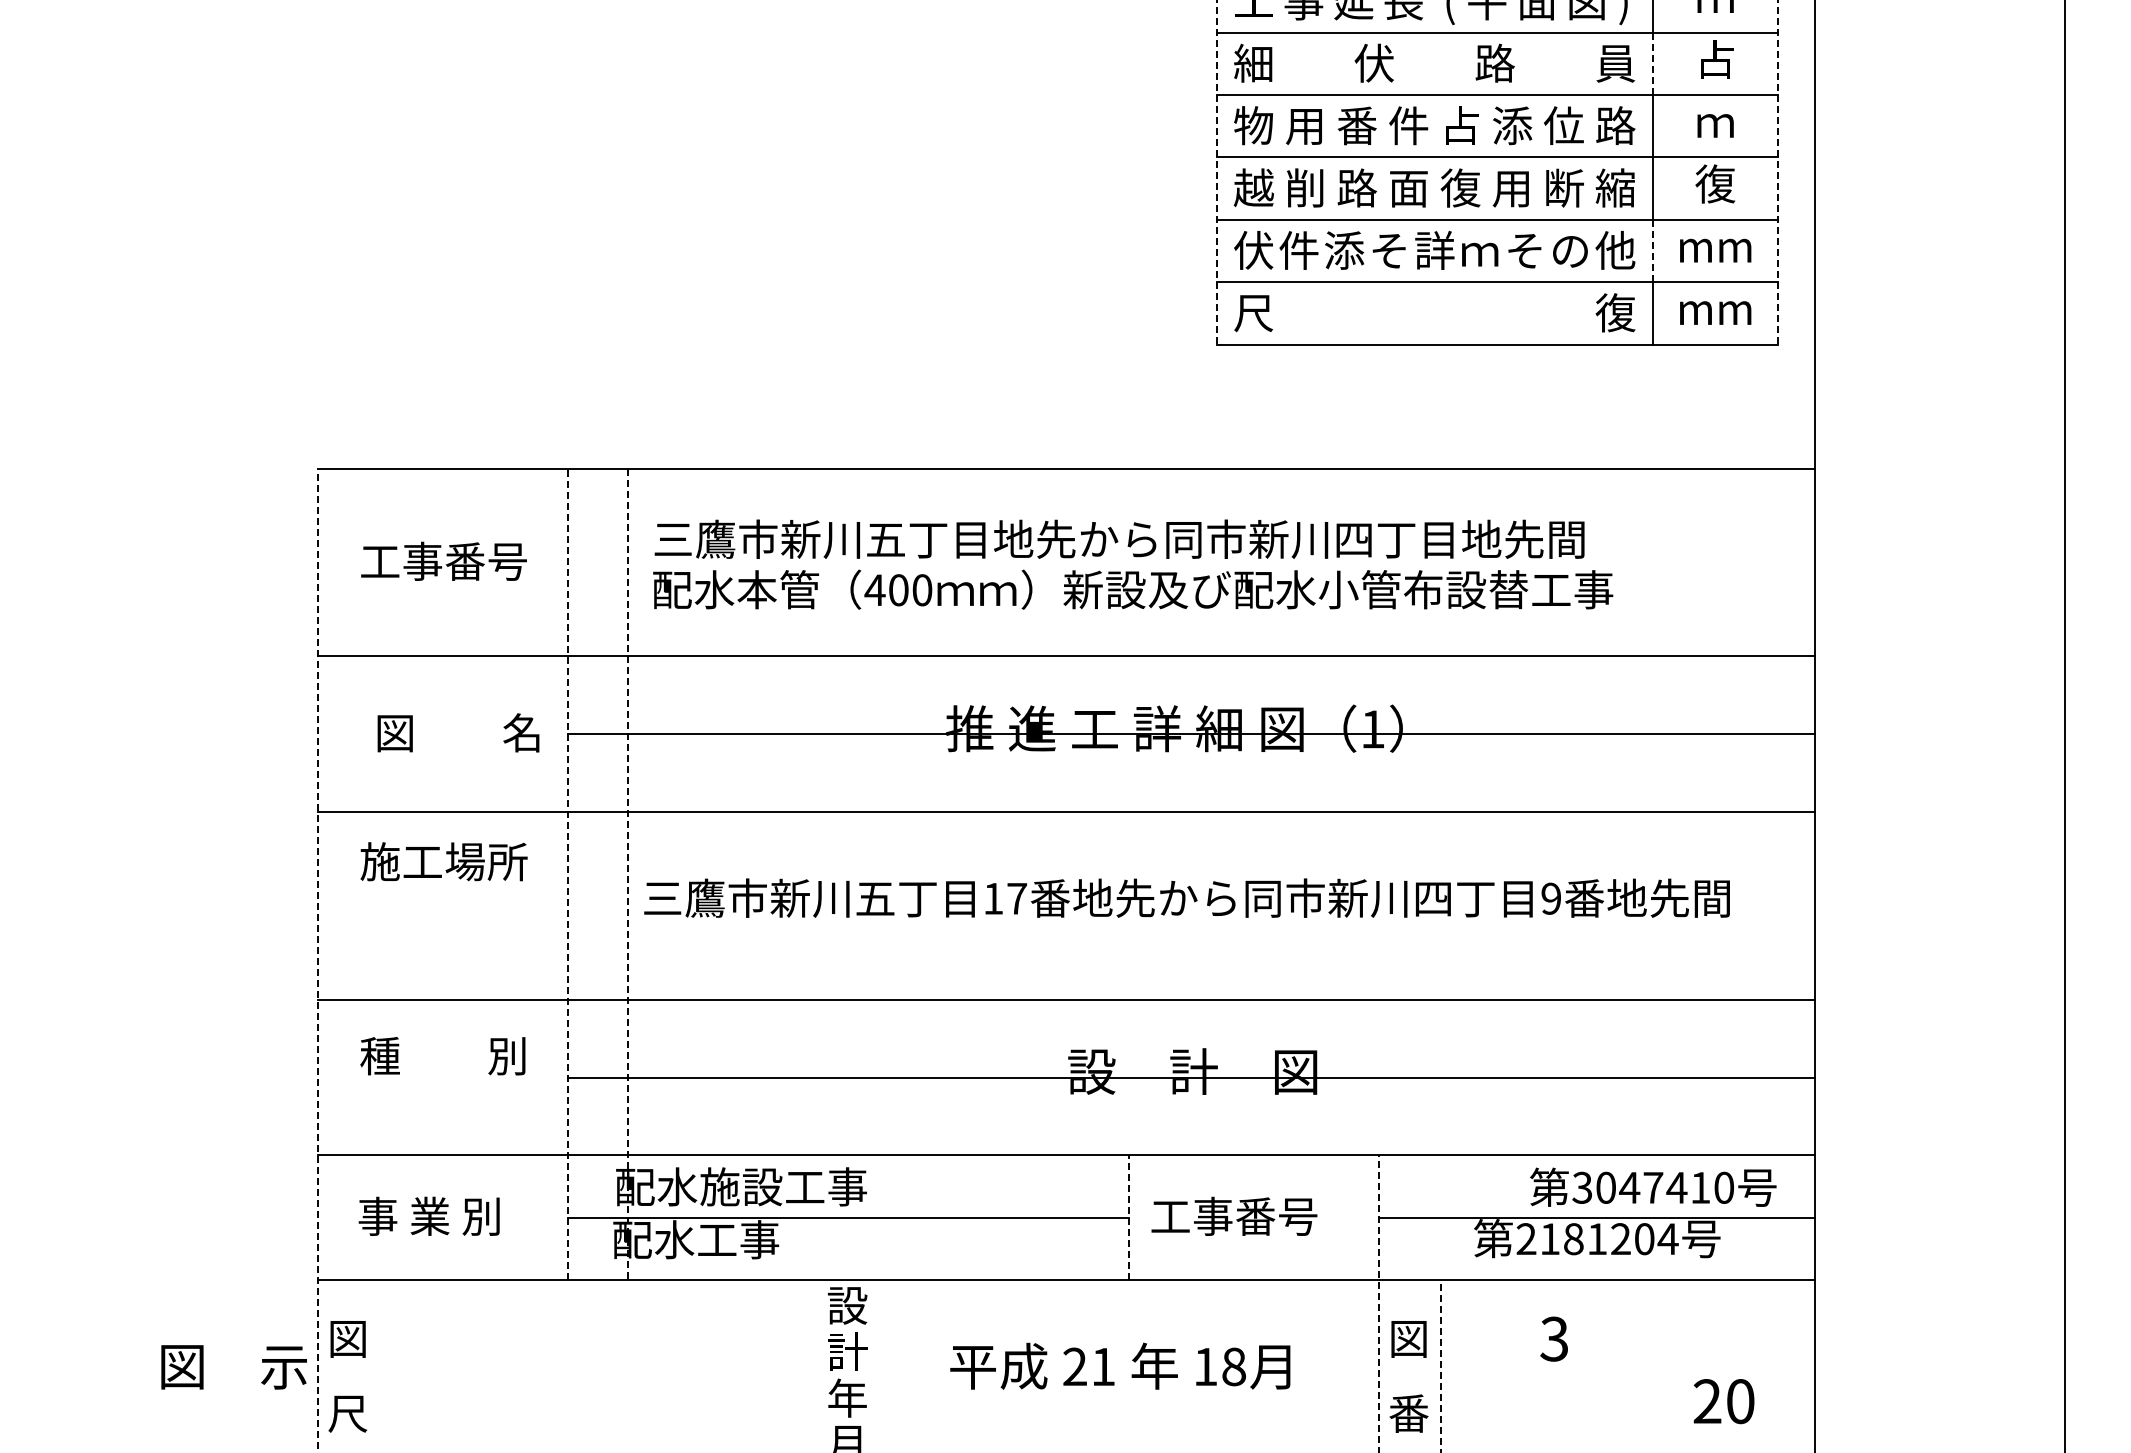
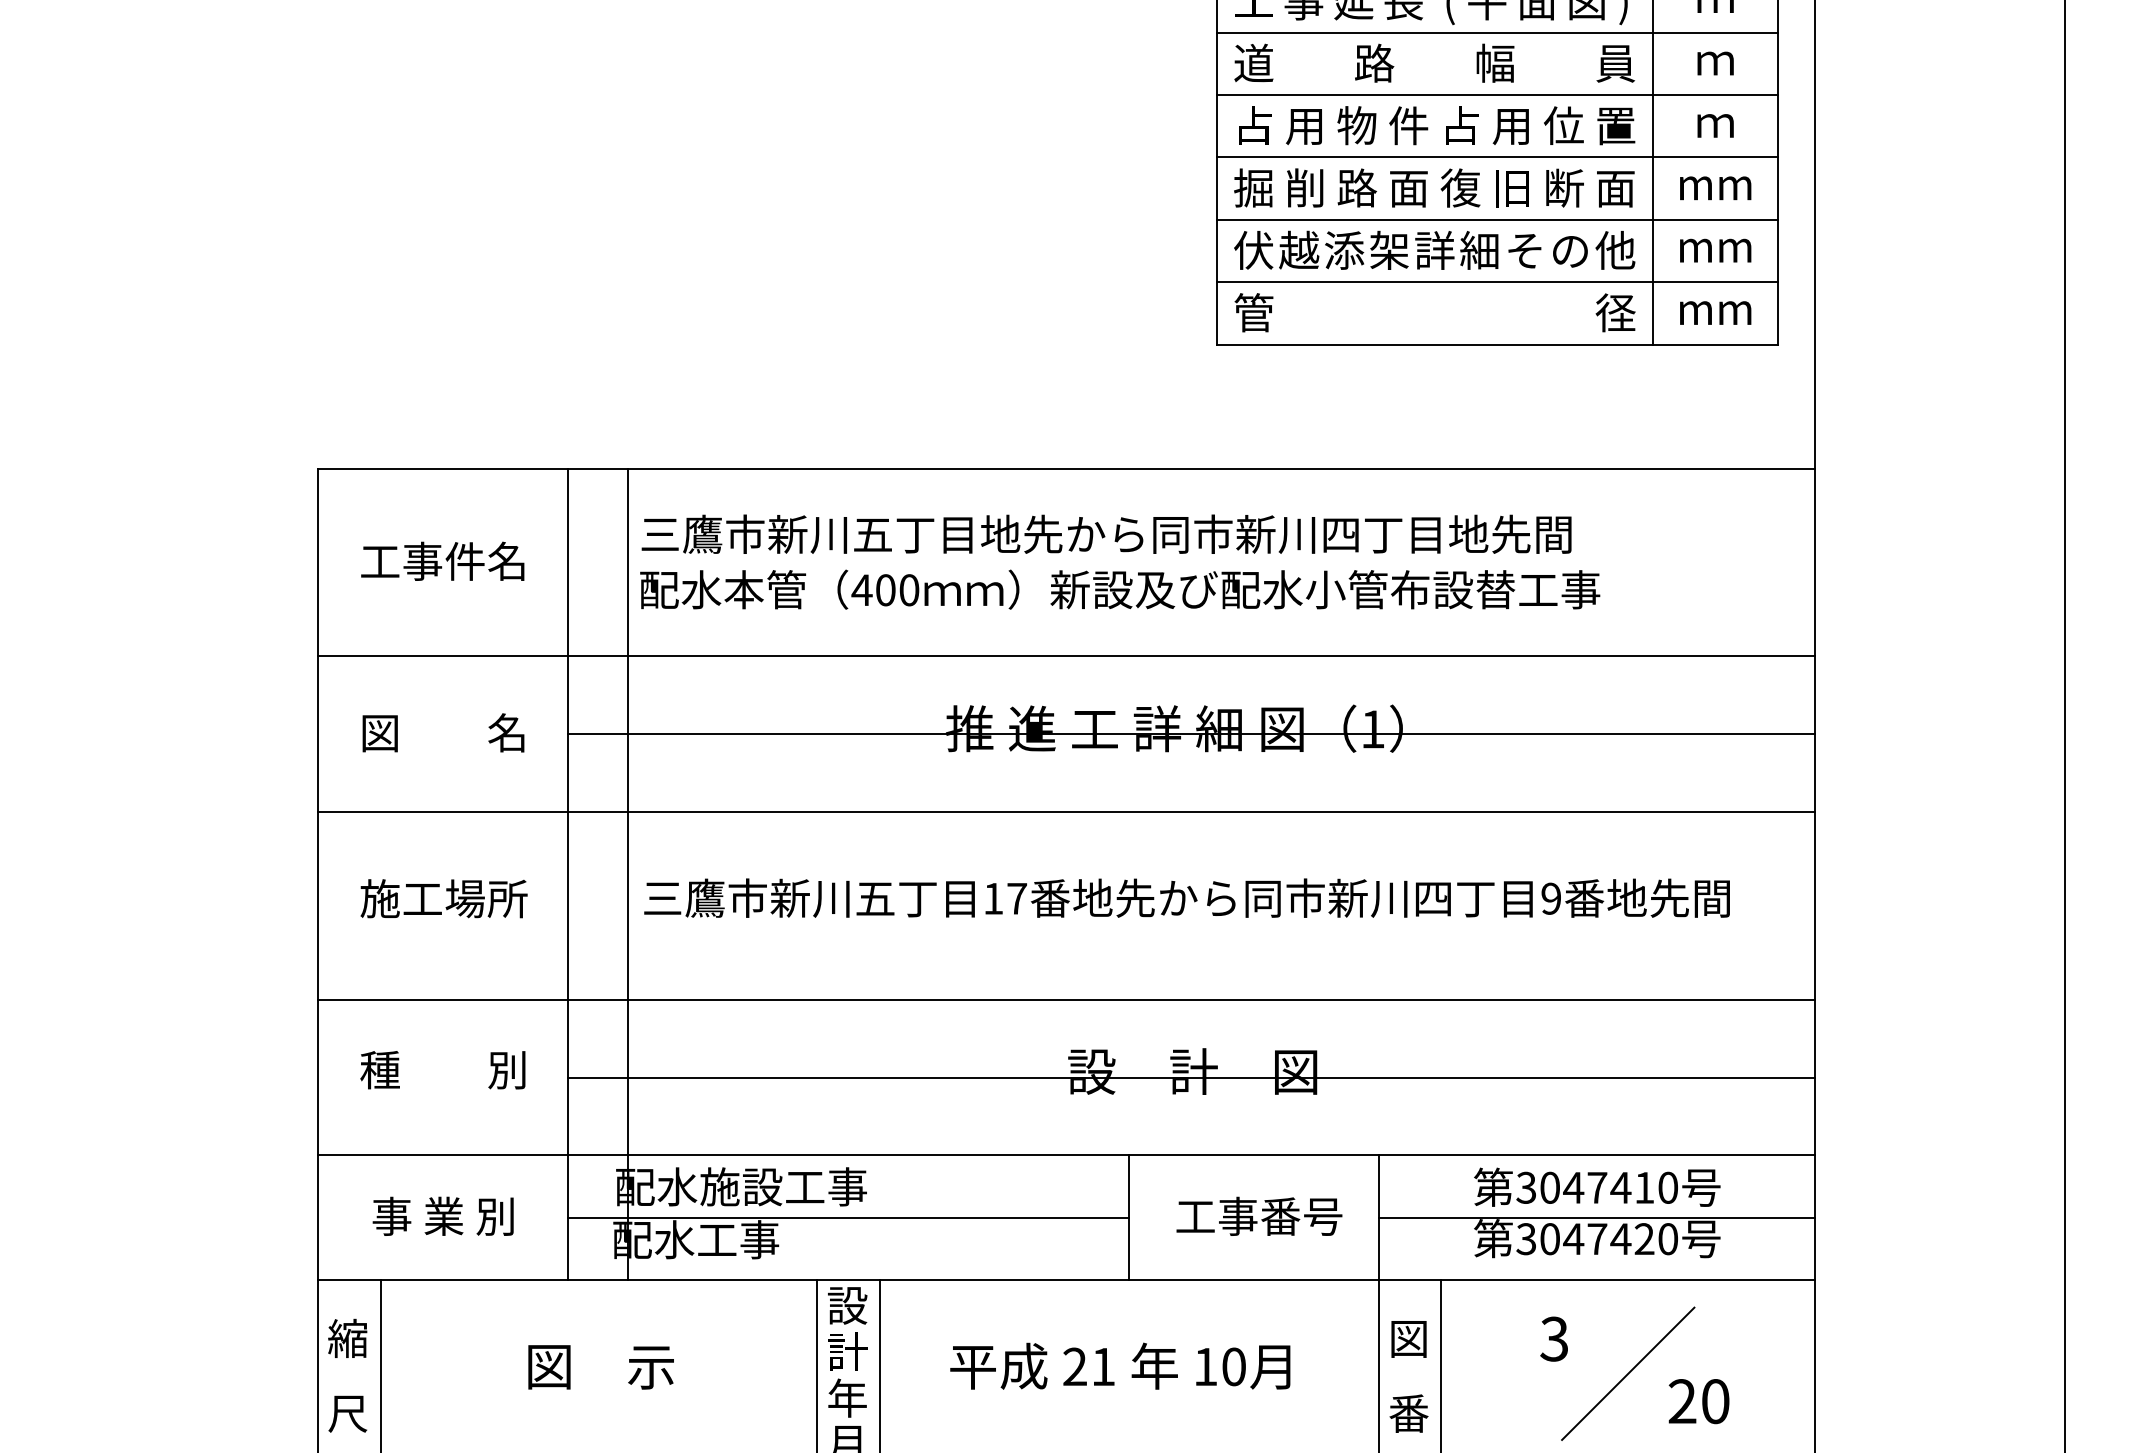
text at (1715, 59): 占 -> ｍ
text at (1253, 62): 細 -> 道
text at (1374, 62): 伏 -> 路
text at (1494, 62): 路 -> 幅
line at (1653, 64): dashed -> solid
text at (1253, 125): 物 -> 占
text at (1356, 125): 番 -> 物
text at (1512, 125): 添 -> 用
text at (1615, 125): 路 -> 置
line at (1216, 172): dashed -> solid
line at (1777, 172): dashed -> solid
text at (1715, 183): 復 -> mm
text at (1253, 187): 越 -> 掘
text at (1614, 187): 縮 -> 面
text at (1510, 188): 用 -> 旧
text at (1299, 249): 件 -> 越
text at (1389, 249): そ -> 架
text at (1479, 250): ｍ -> 細
line at (1653, 251): dashed -> solid
text at (1253, 312): 尺 -> 管
text at (1615, 312): 復 -> 径
text at (1119, 538) position: (1119, 538) -> (1106, 533)
text at (485, 560): 工事番号 -> 工事件名
text at (1133, 589) position: (1133, 589) -> (1120, 589)
text at (458, 732) position: (458, 732) -> (443, 732)
text at (443, 861) position: (443, 861) -> (443, 898)
line at (567, 874): dashed -> solid
line at (628, 875): dashed -> solid
line at (318, 960): dashed -> solid
text at (442, 1056) position: (442, 1056) -> (442, 1070)
text at (1653, 1186) position: (1653, 1186) -> (1597, 1186)
text at (428, 1215) position: (428, 1215) -> (442, 1215)
text at (1234, 1215) position: (1234, 1215) -> (1259, 1215)
line at (1129, 1217): dashed -> solid
text at (1597, 1239): 2181204 -> 3047420
line at (1378, 1304): dashed -> solid
text at (347, 1338): 図 -> 縮
line at (380, 1364): none -> present
line at (817, 1364): none -> present
line at (879, 1364): none -> present
line at (1441, 1365): dashed -> solid
text at (1233, 1366): 18 -> 10
text at (233, 1367) position: (233, 1367) -> (600, 1367)
line at (1628, 1373): none -> present
text at (1723, 1401) position: (1723, 1401) -> (1698, 1401)
